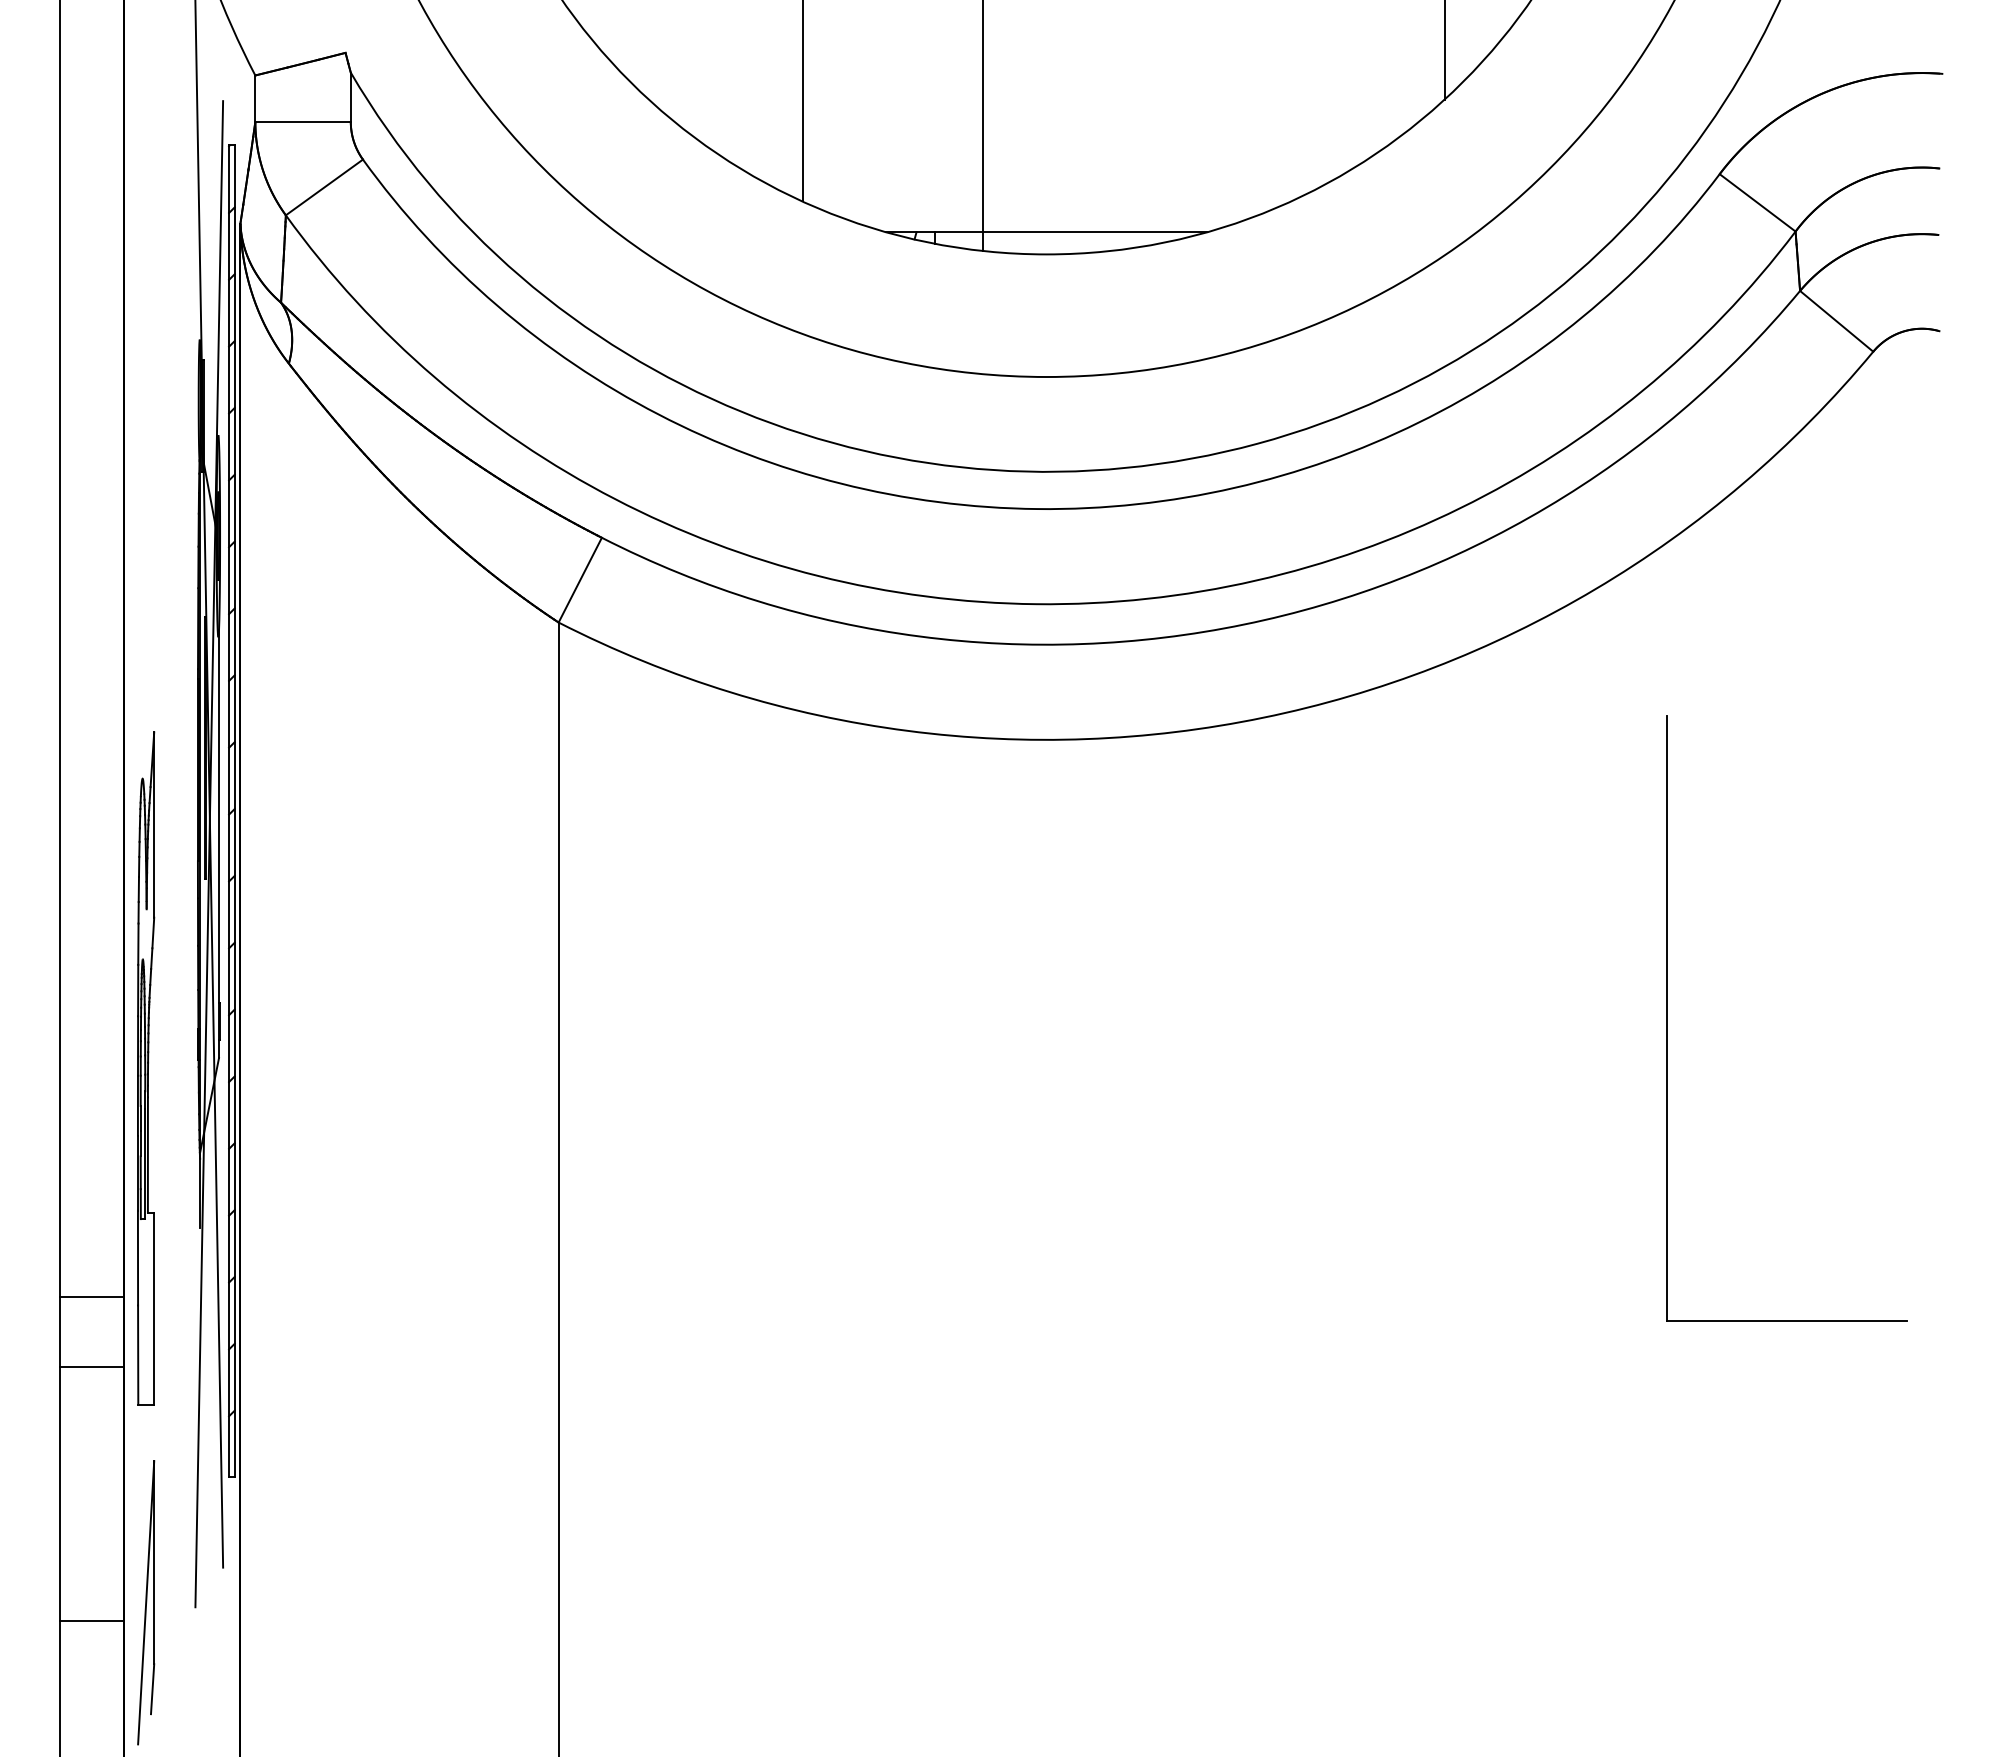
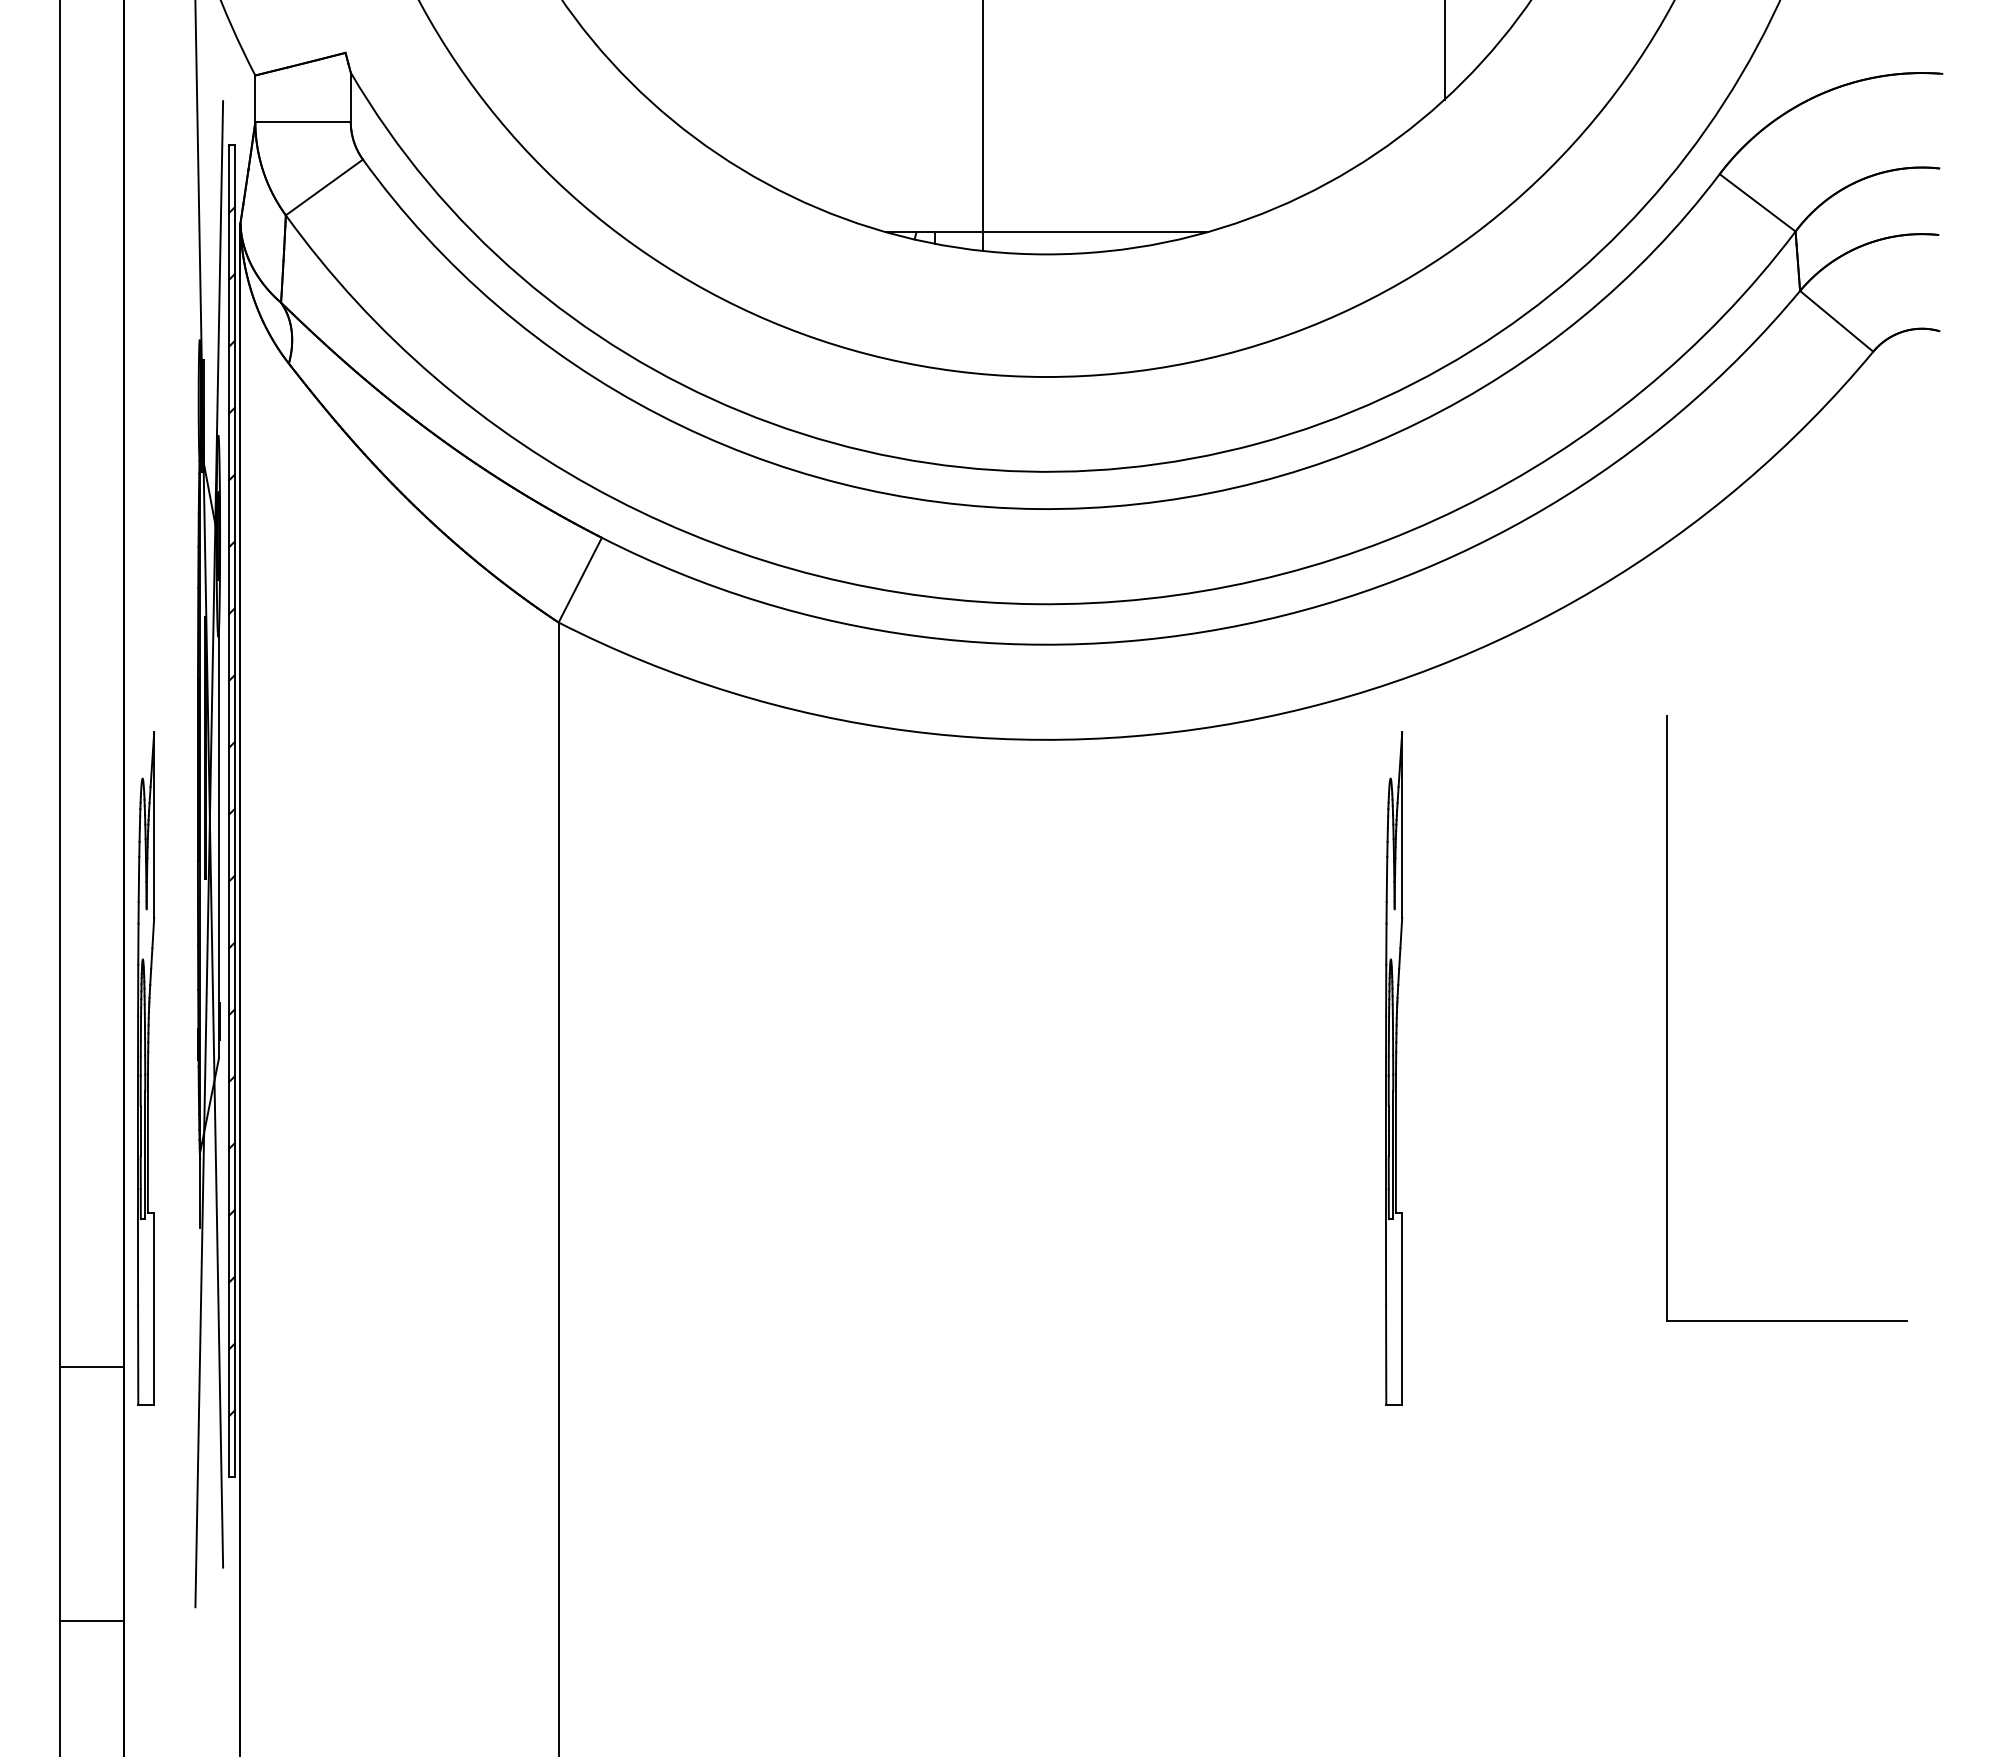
line at (802, 101): present -> none
part at (1394, 1068): none -> present
line at (91, 1296): present -> none
part at (146, 1602): present -> none
